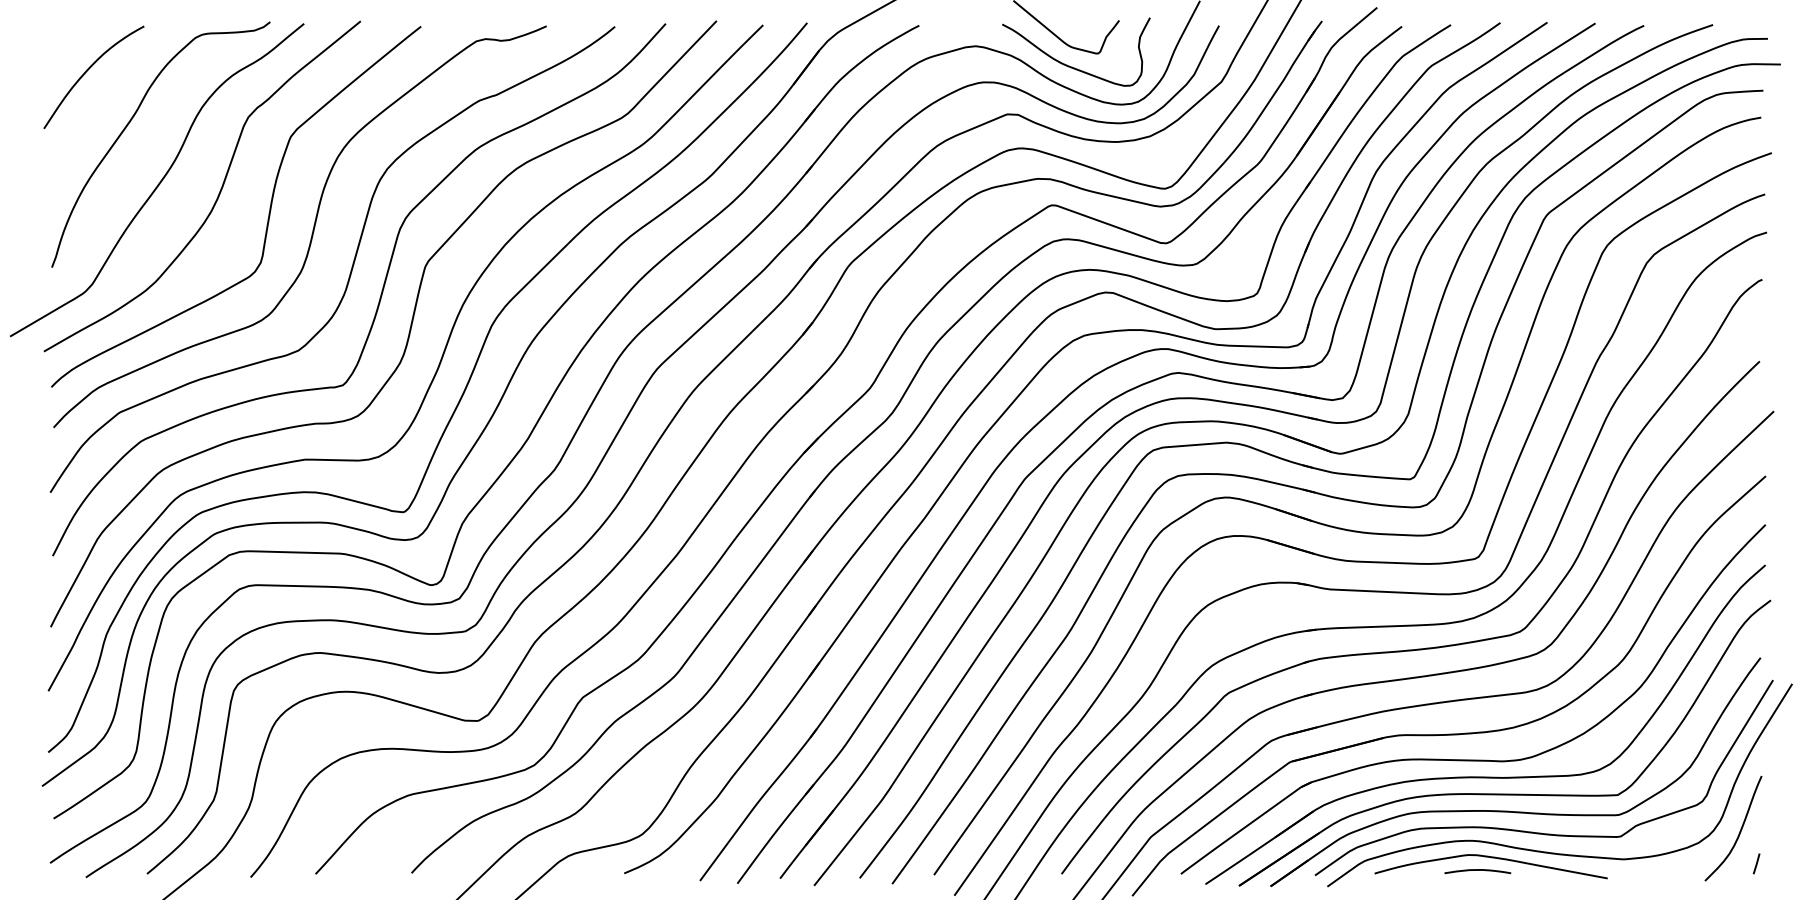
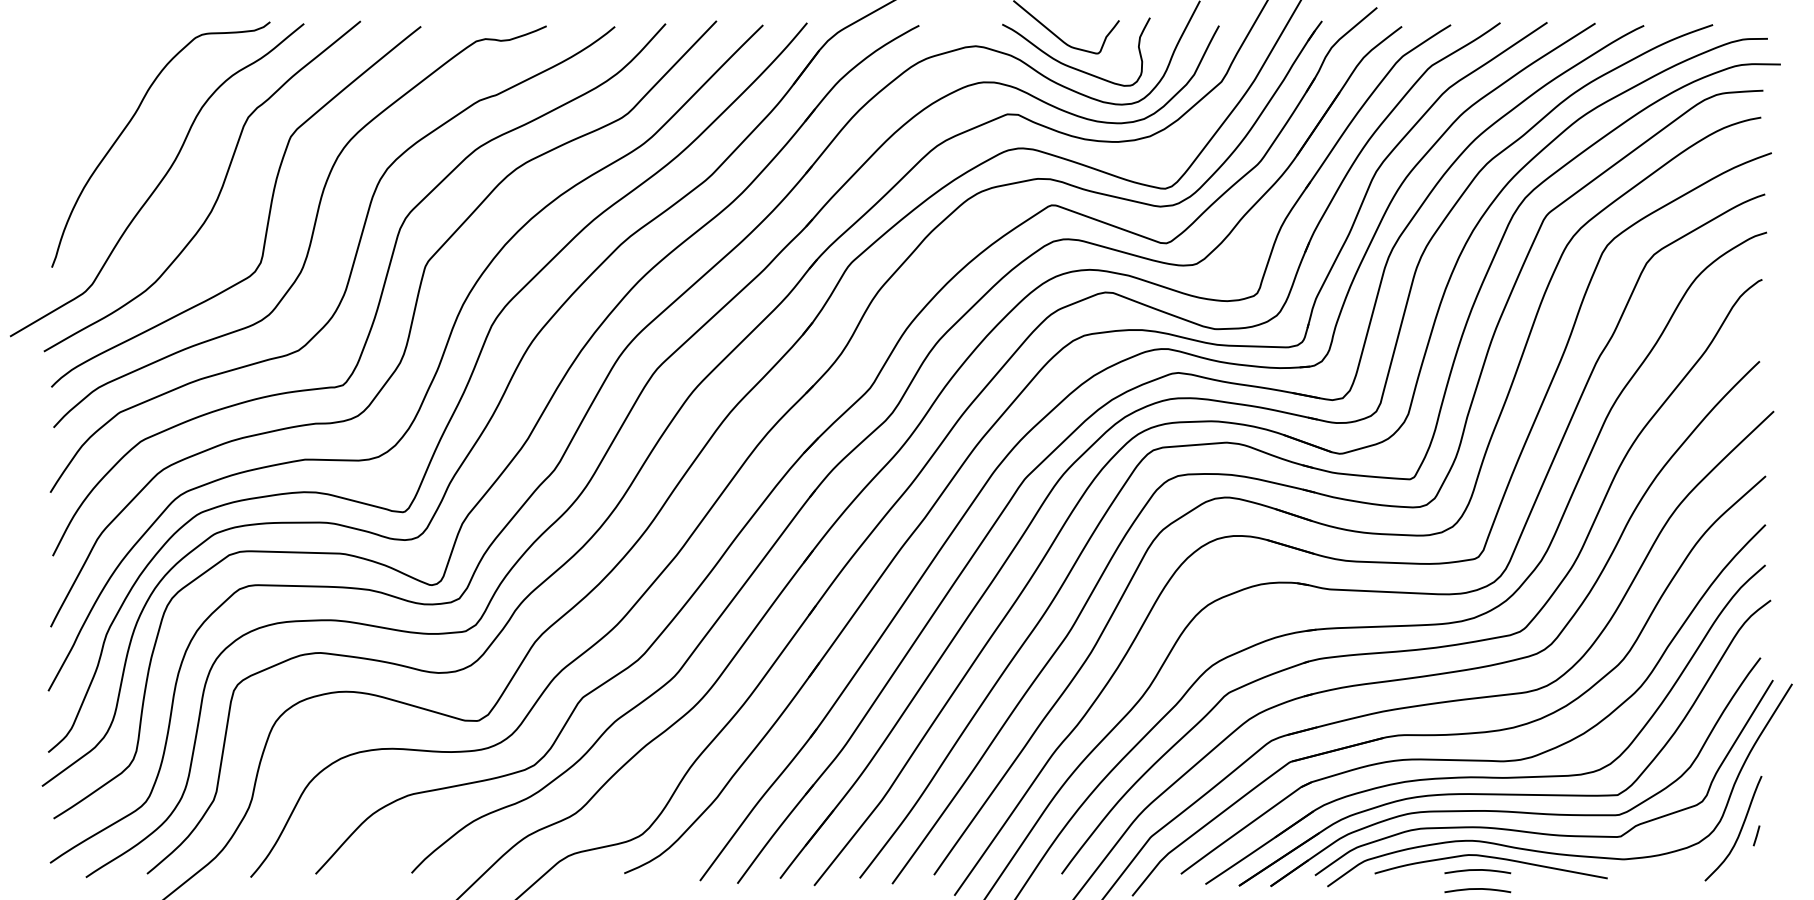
curve at (87, 71): present -> none
line at (1756, 863) position: (1756, 863) -> (1756, 835)
curve at (1477, 889): none -> present
